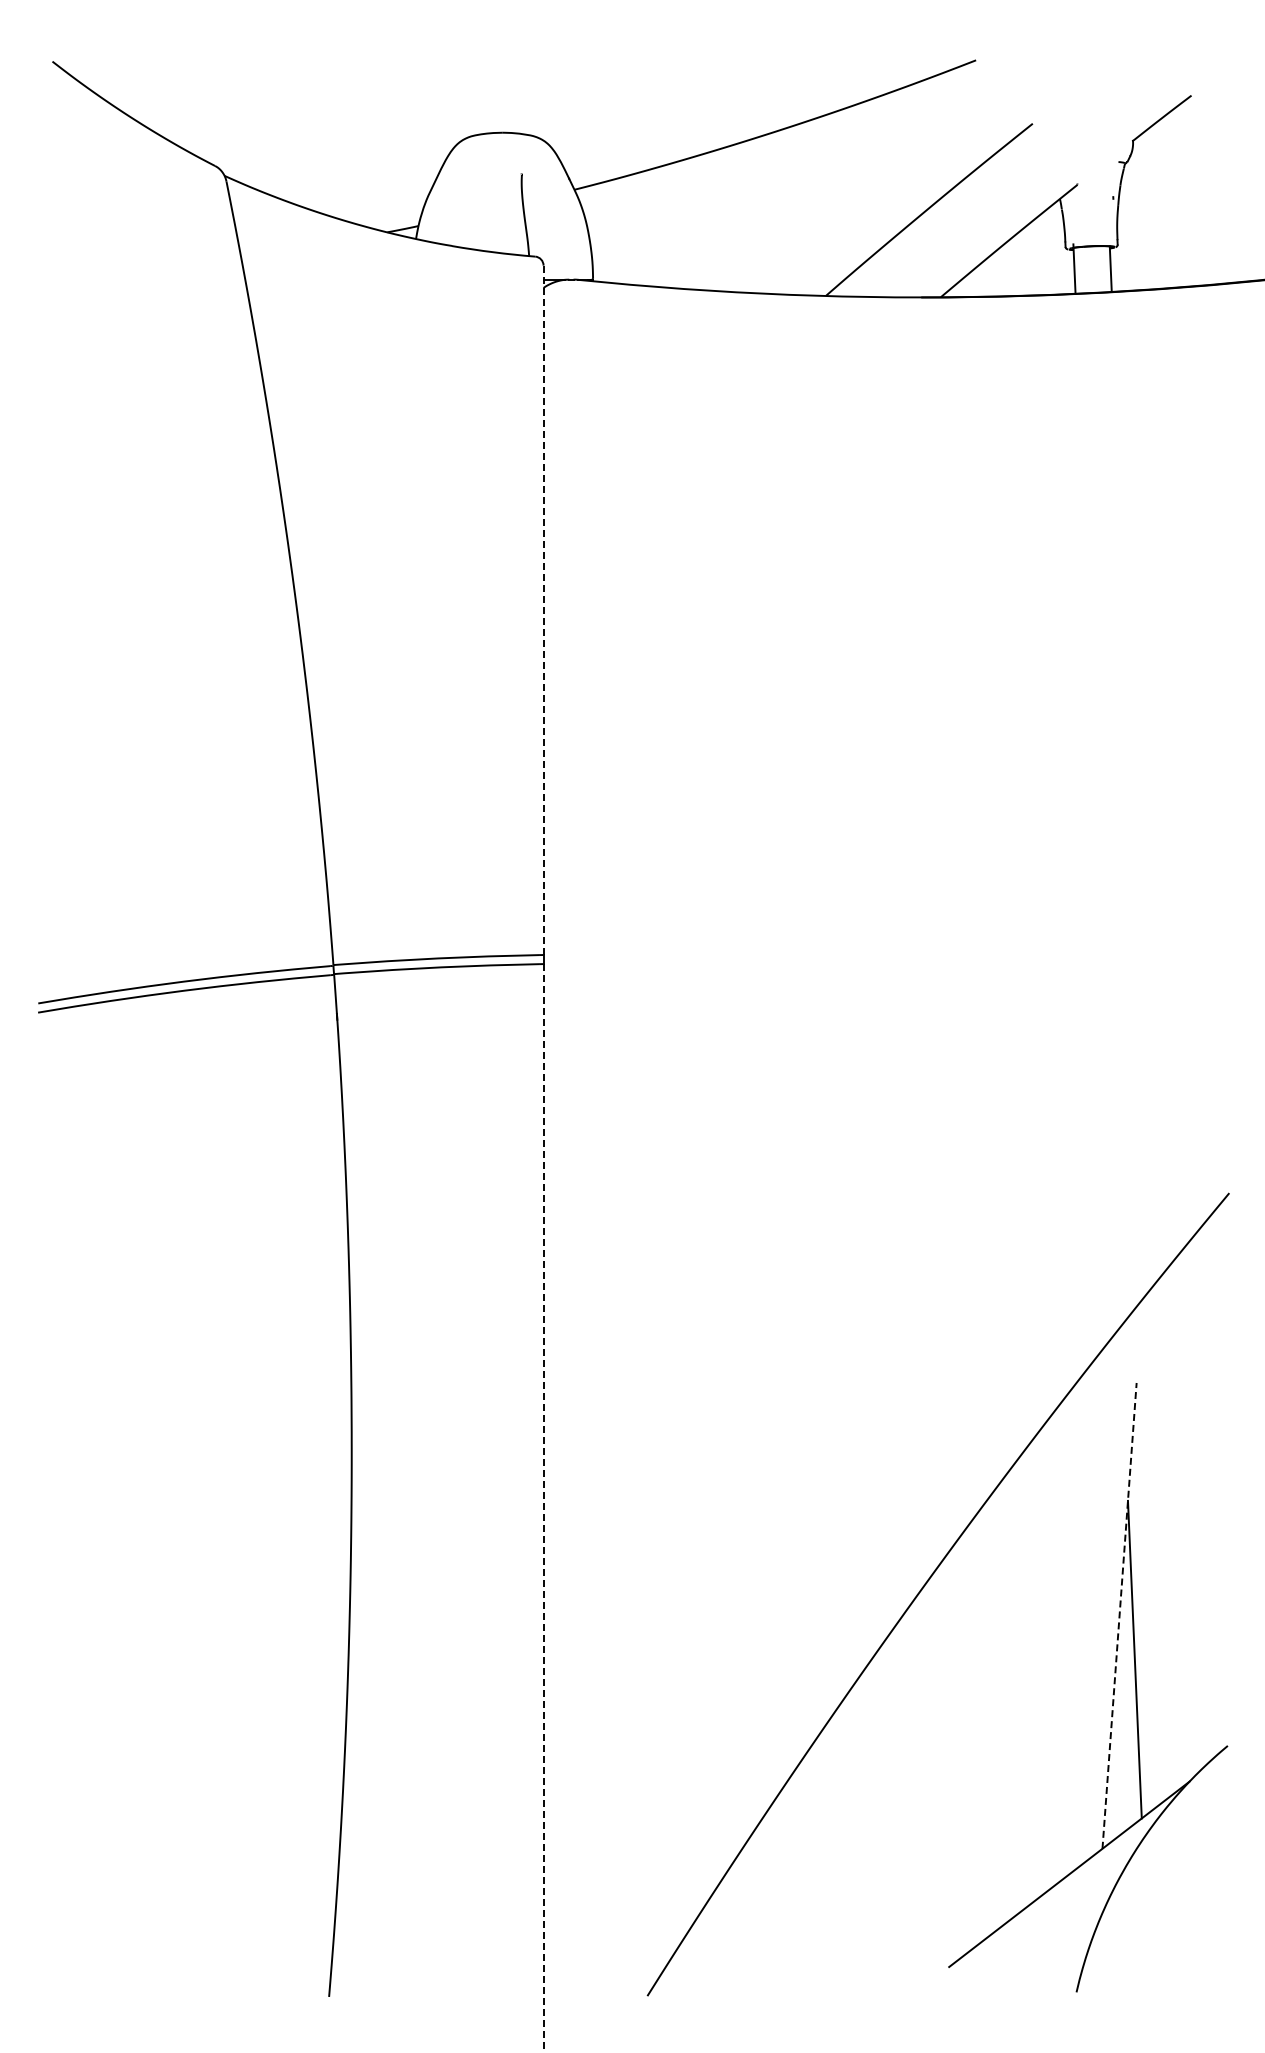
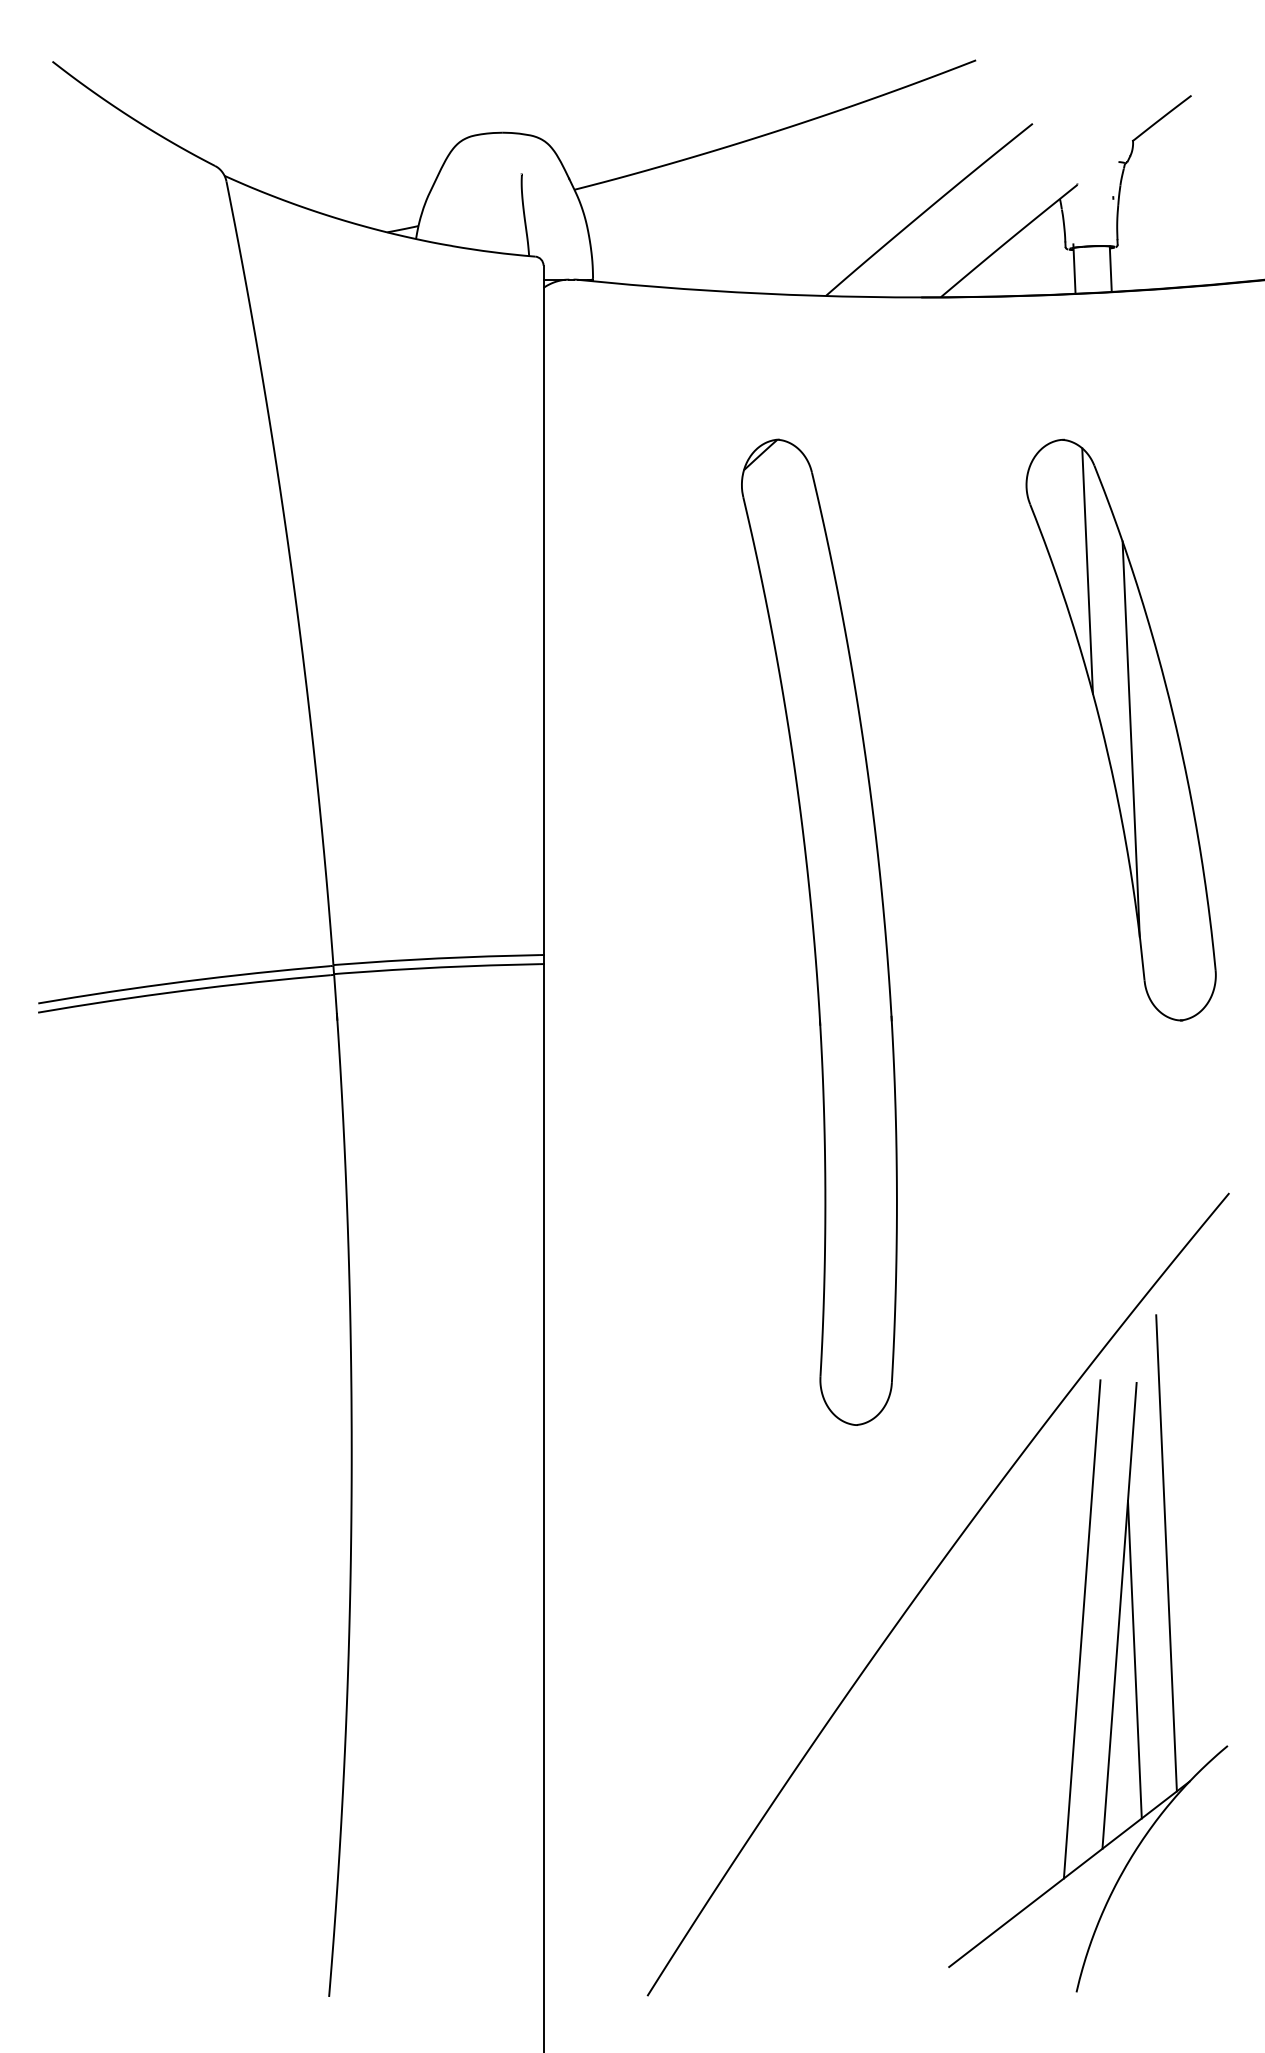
line at (543, 610): dashed -> solid
part at (1120, 729): none -> present
part at (819, 931): none -> present
line at (543, 1507): dashed -> solid
line at (1166, 1553): none -> present
line at (1119, 1615): dashed -> solid
line at (1081, 1629): none -> present
